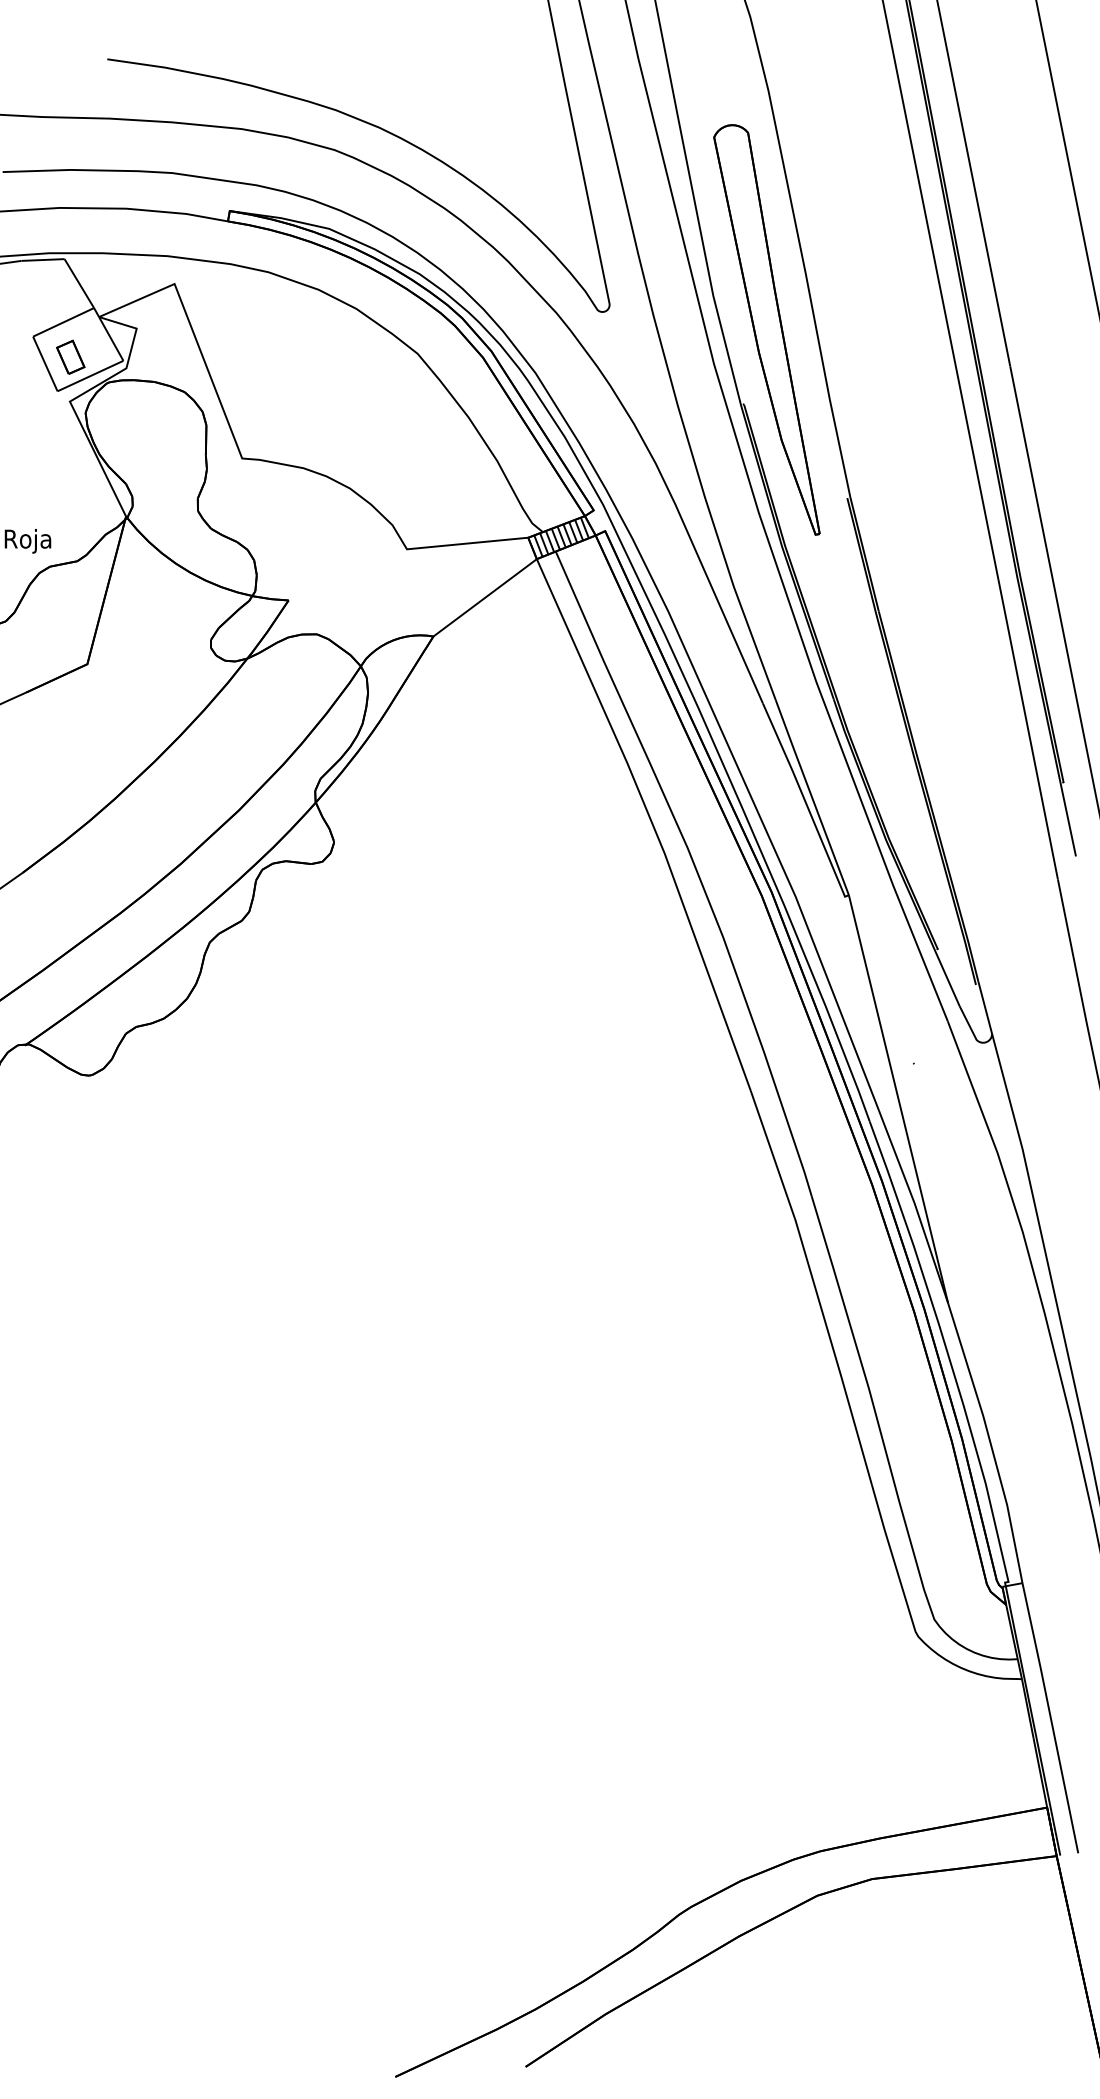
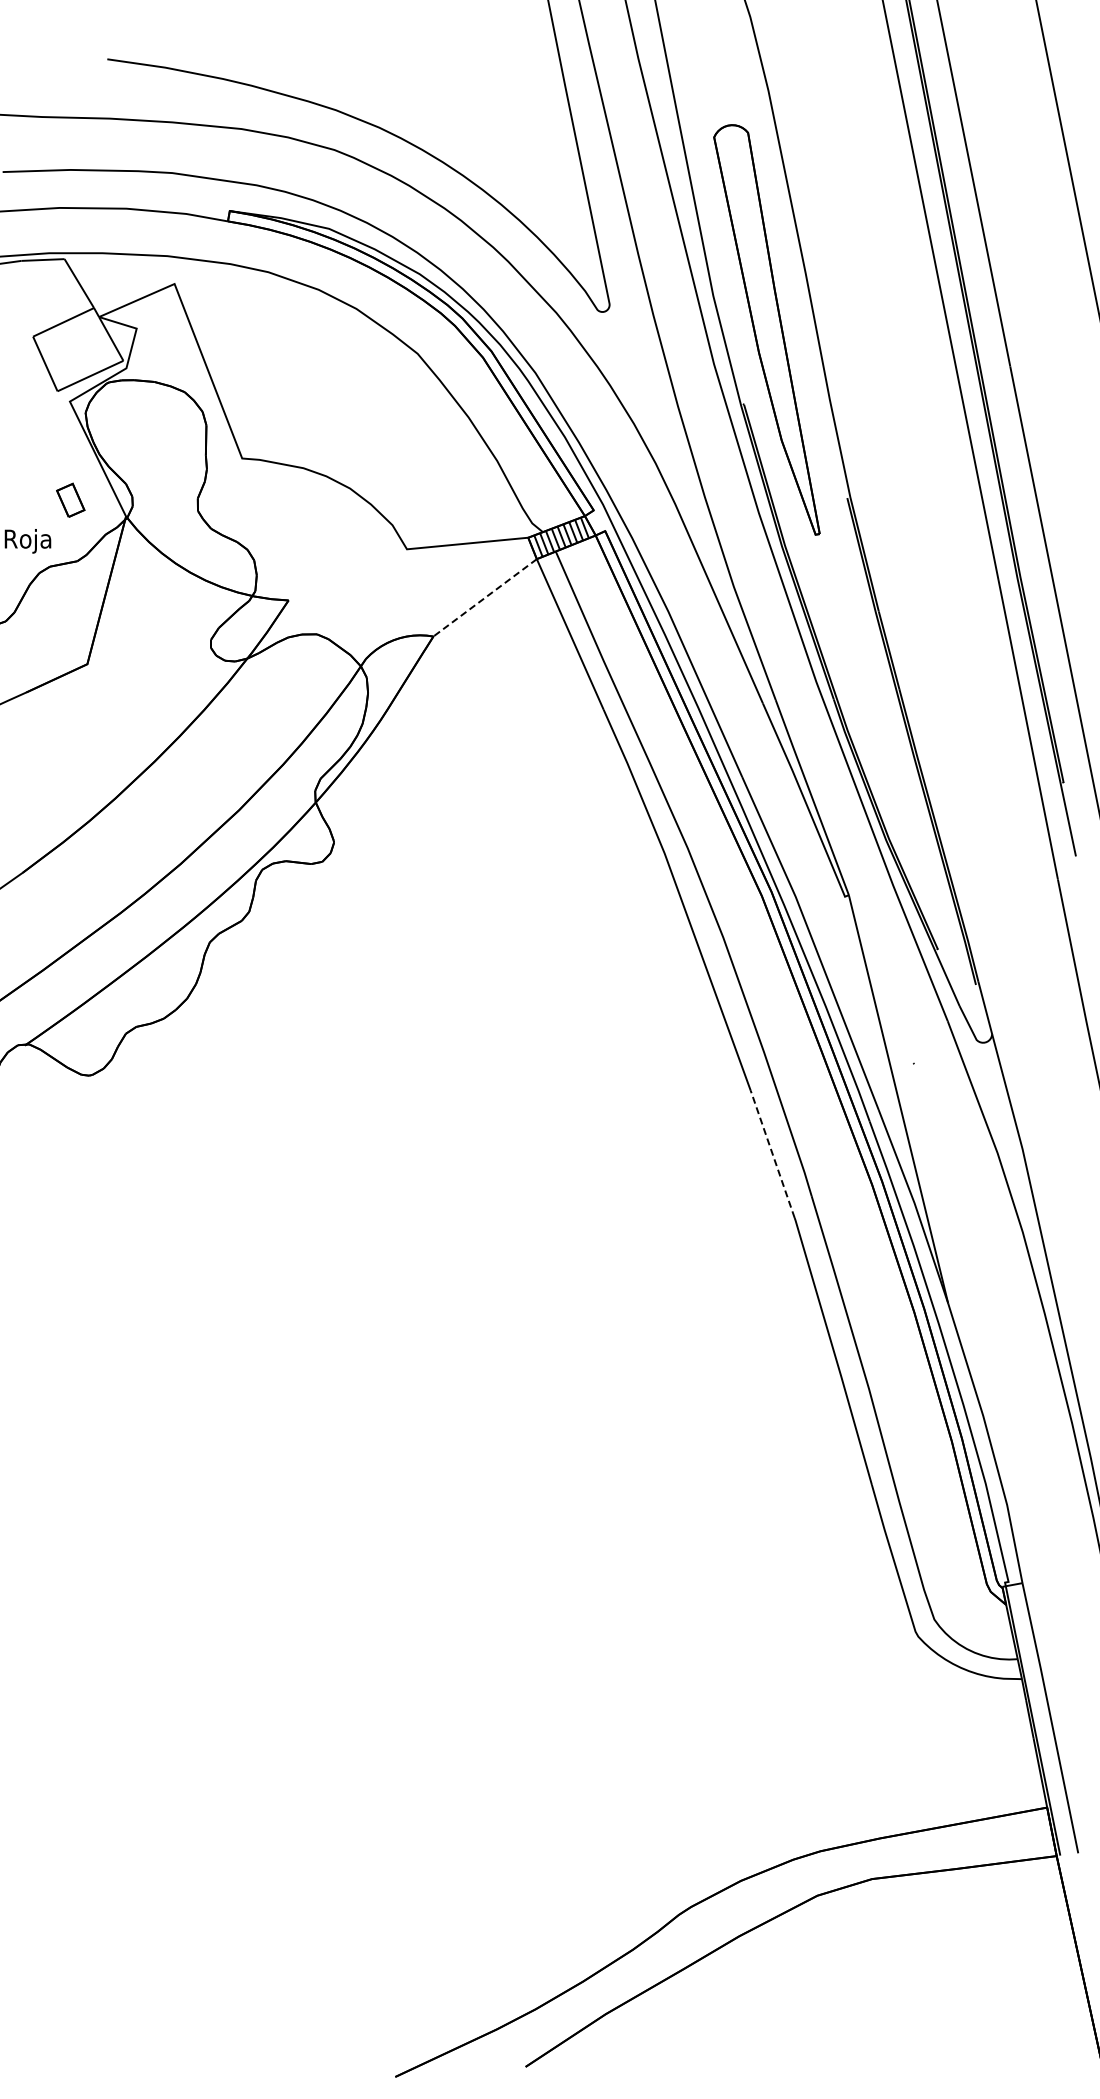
part at (70, 356) position: (70, 356) -> (70, 499)
line at (485, 597): solid -> dashed
line at (772, 1153): solid -> dashed
